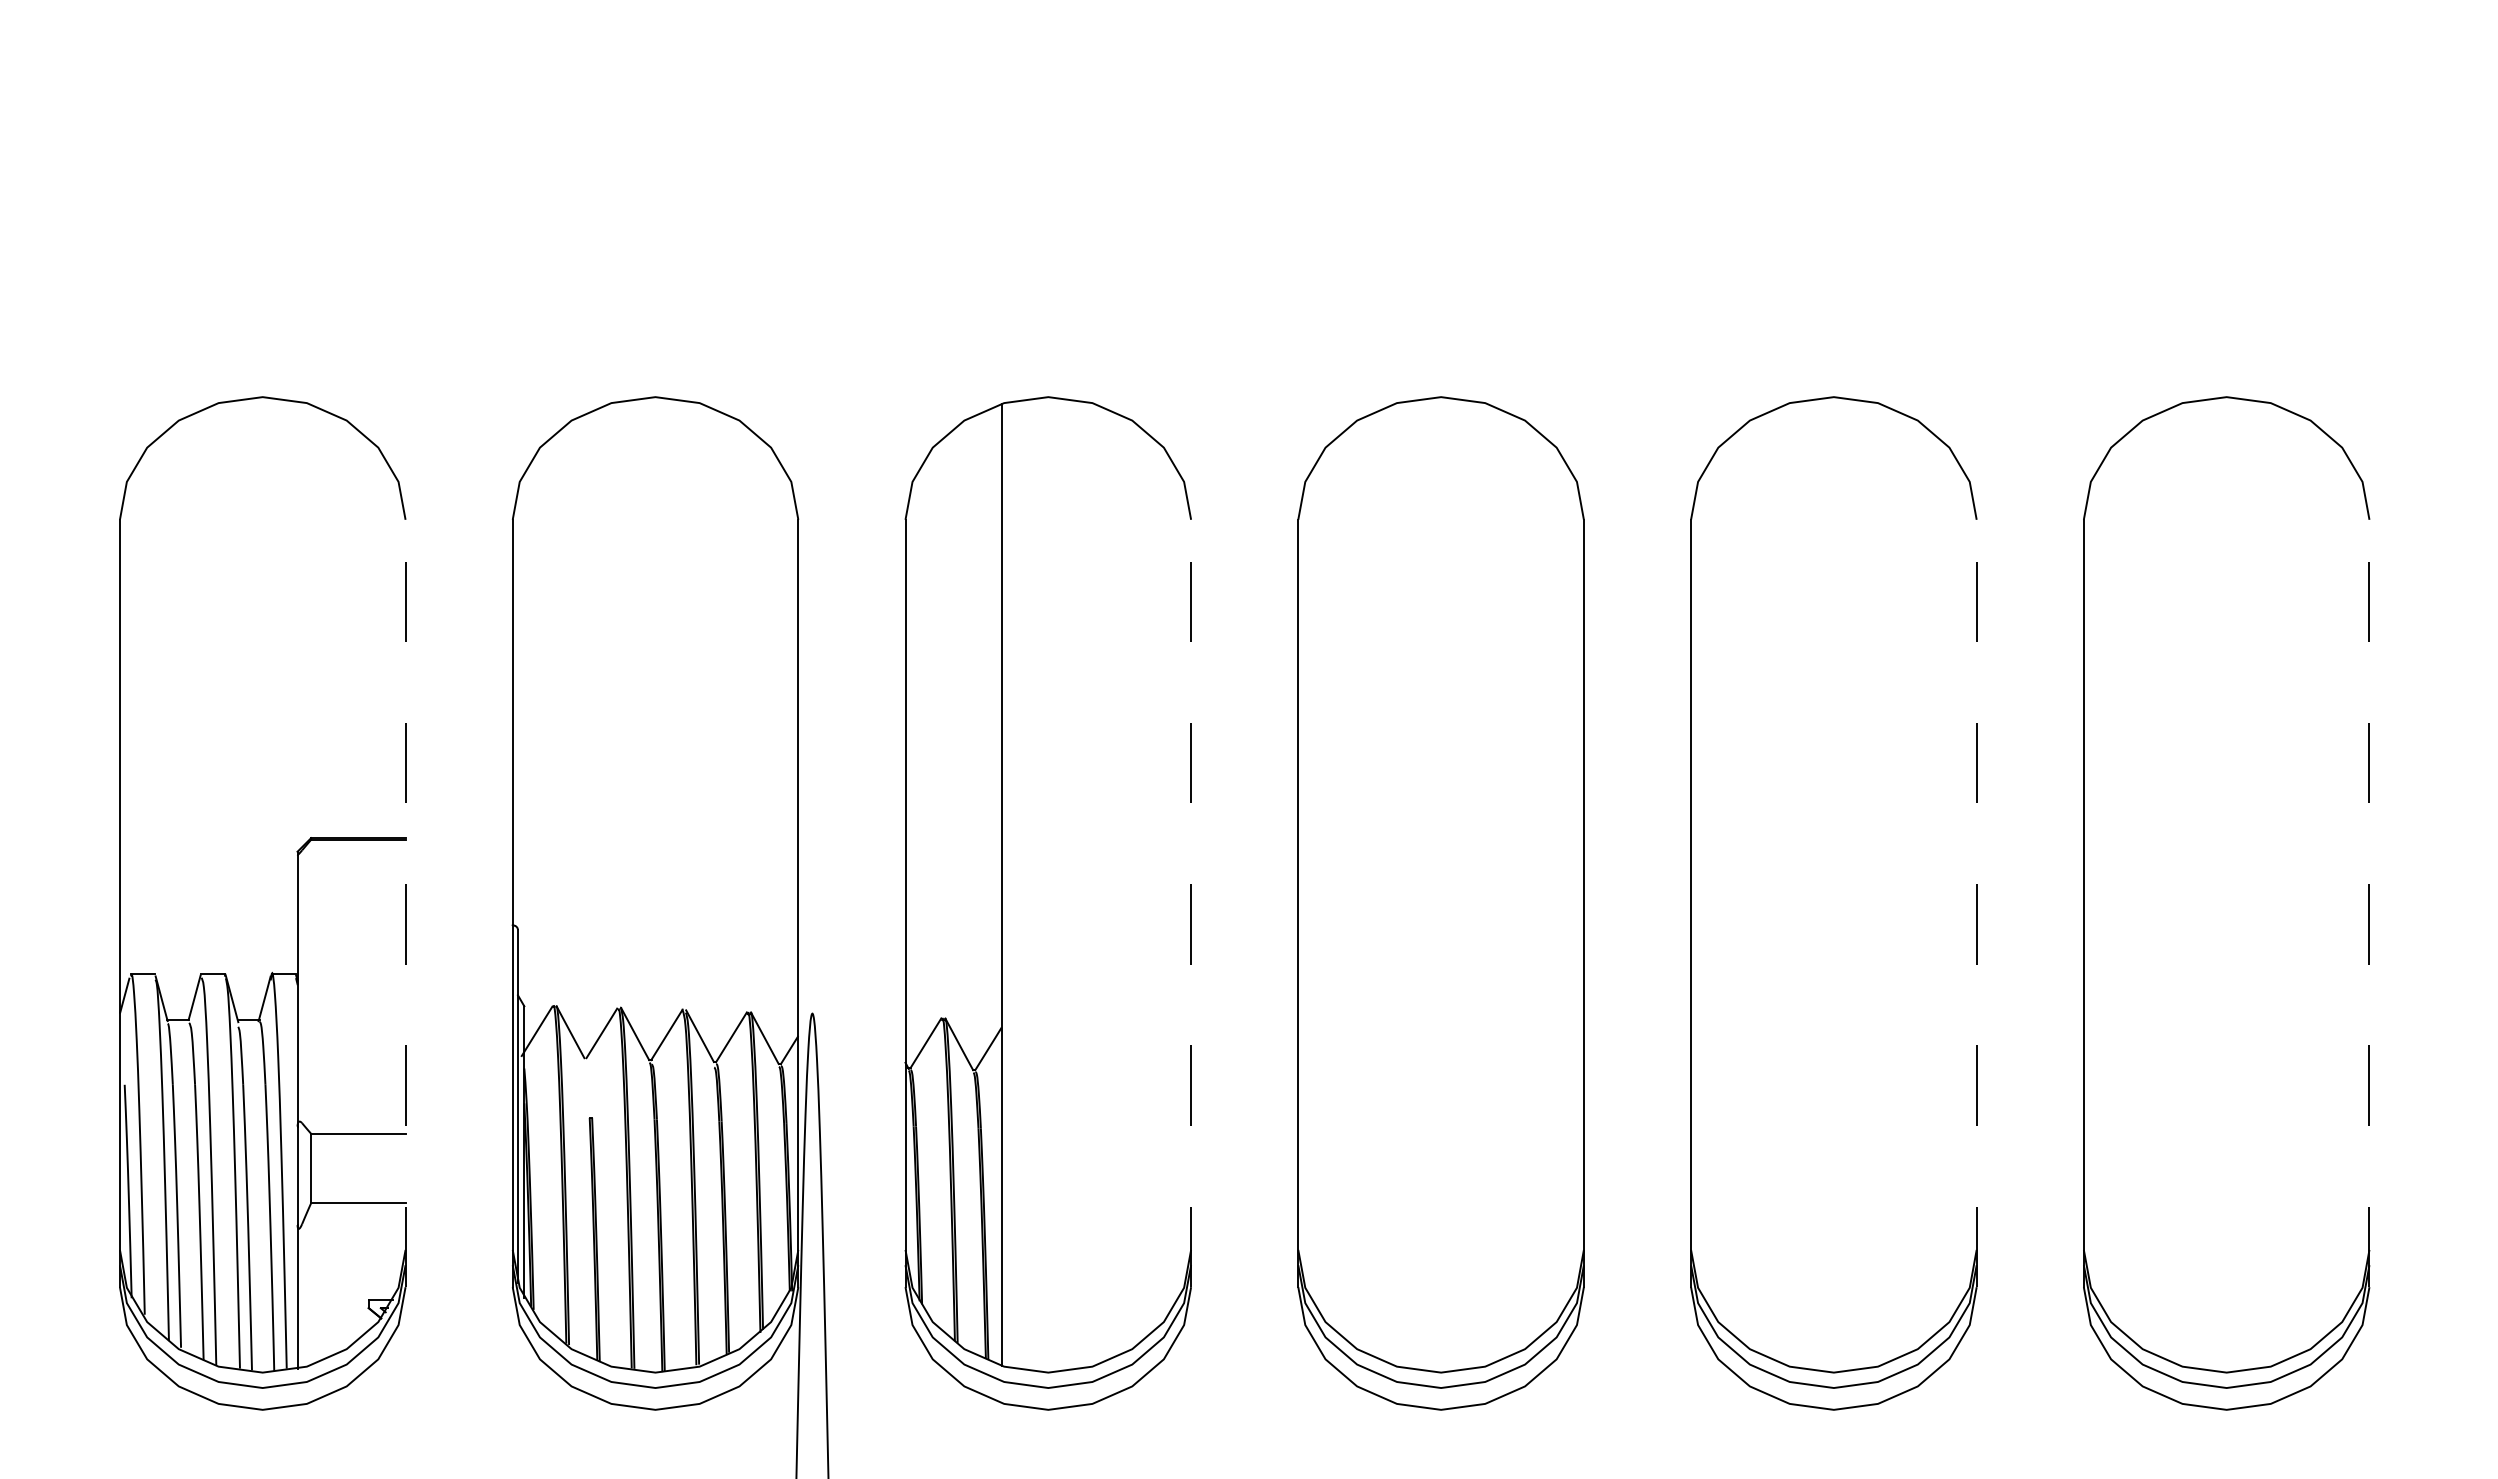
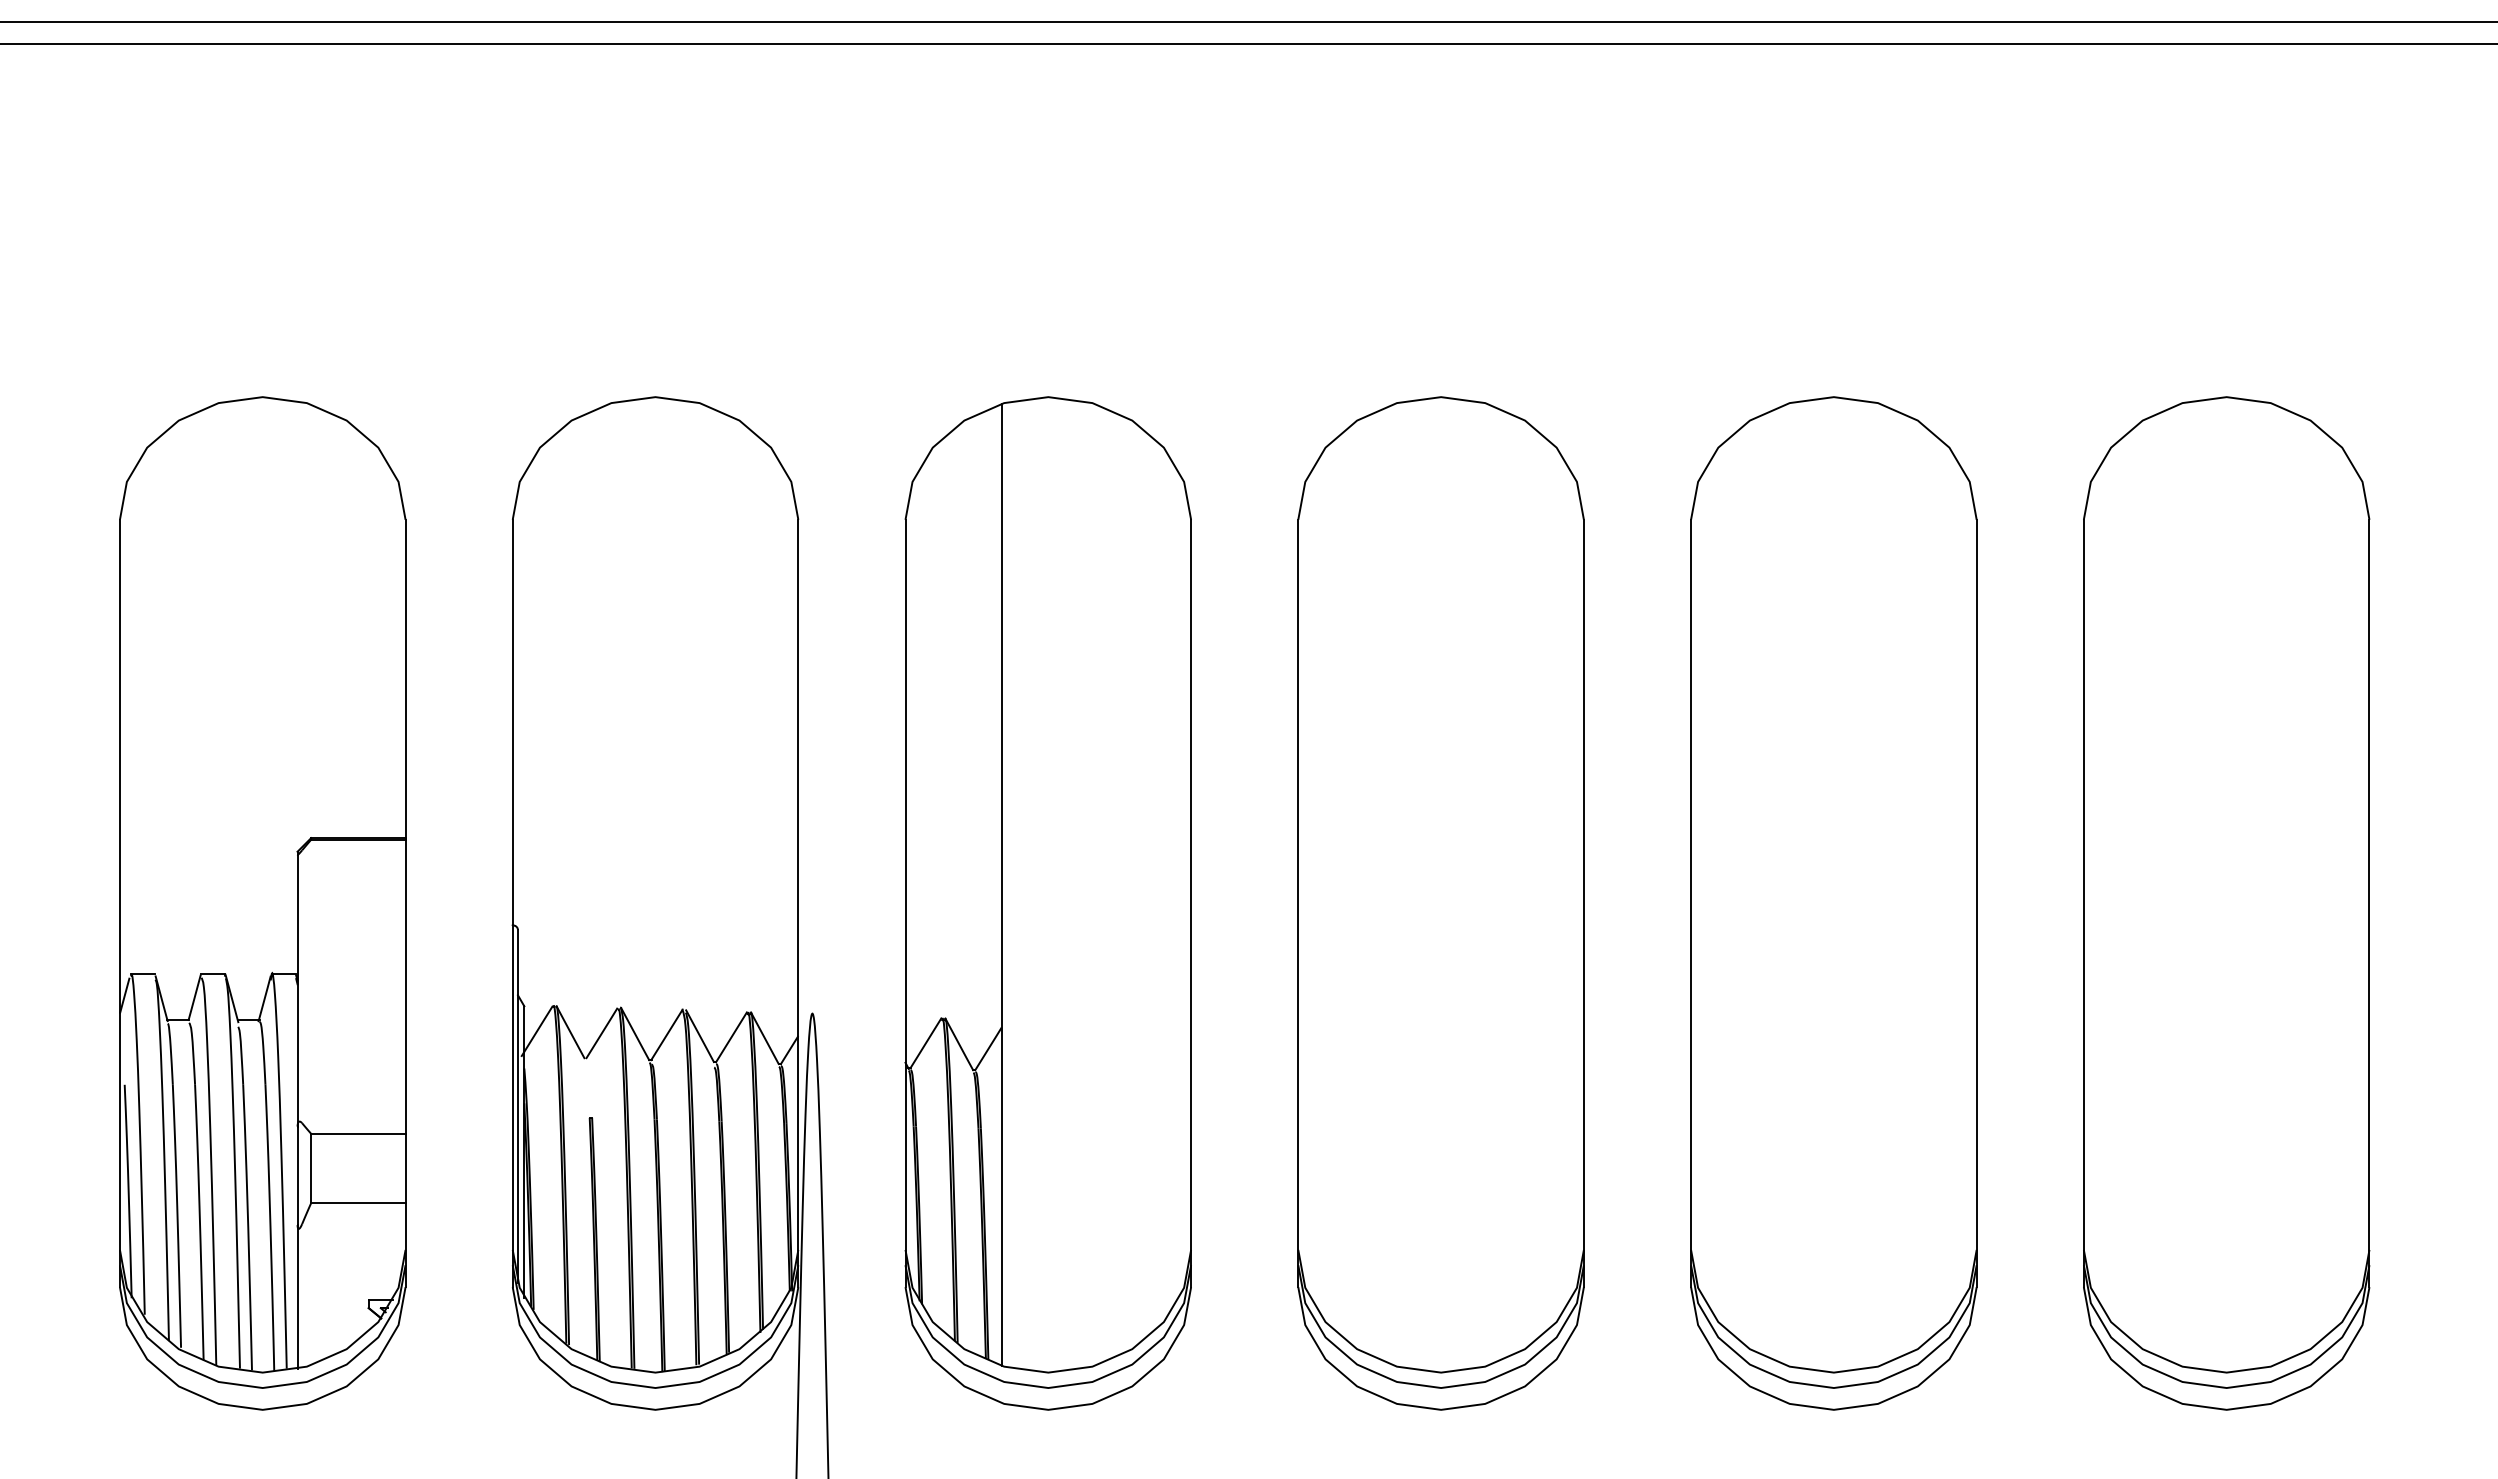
line at (1248, 22): none -> present
line at (1248, 44): none -> present
line at (405, 903): dashed -> solid
line at (1191, 903): dashed -> solid
line at (1976, 903): dashed -> solid
line at (2369, 903): dashed -> solid
